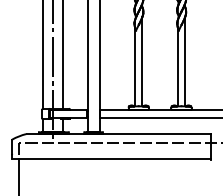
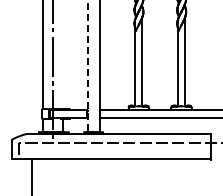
line at (63, 55): present -> none
line at (87, 66): solid -> dashed
line at (19, 175) position: (19, 175) -> (32, 175)
